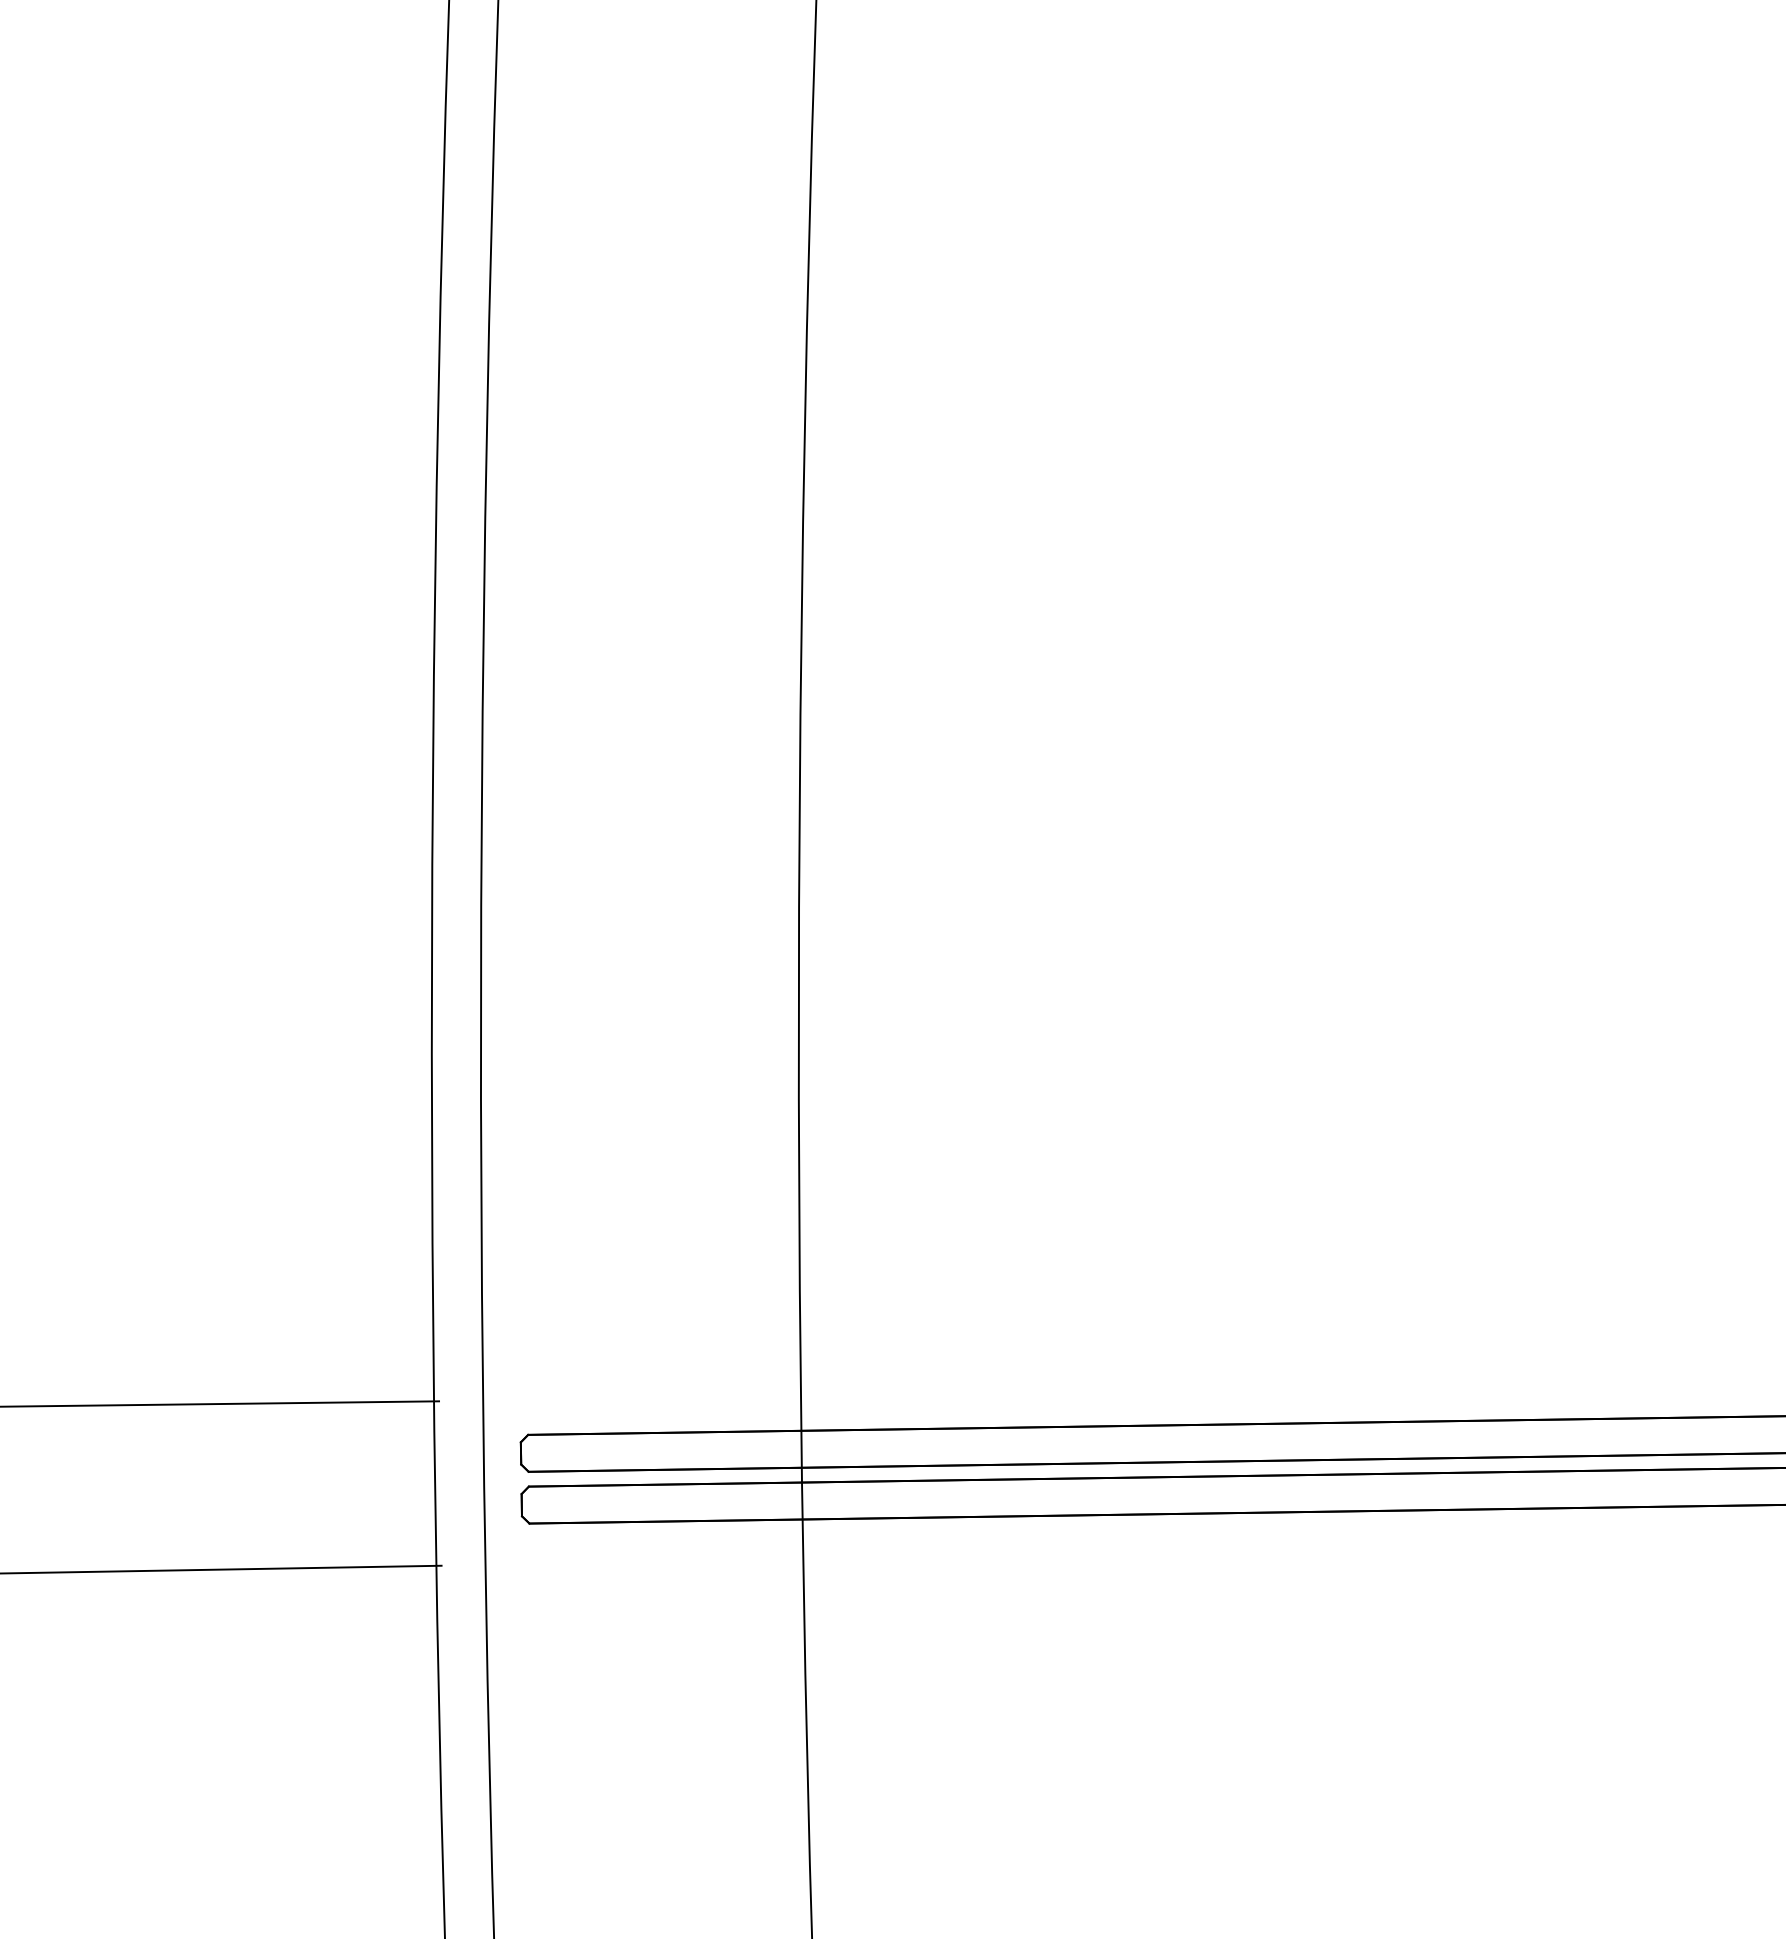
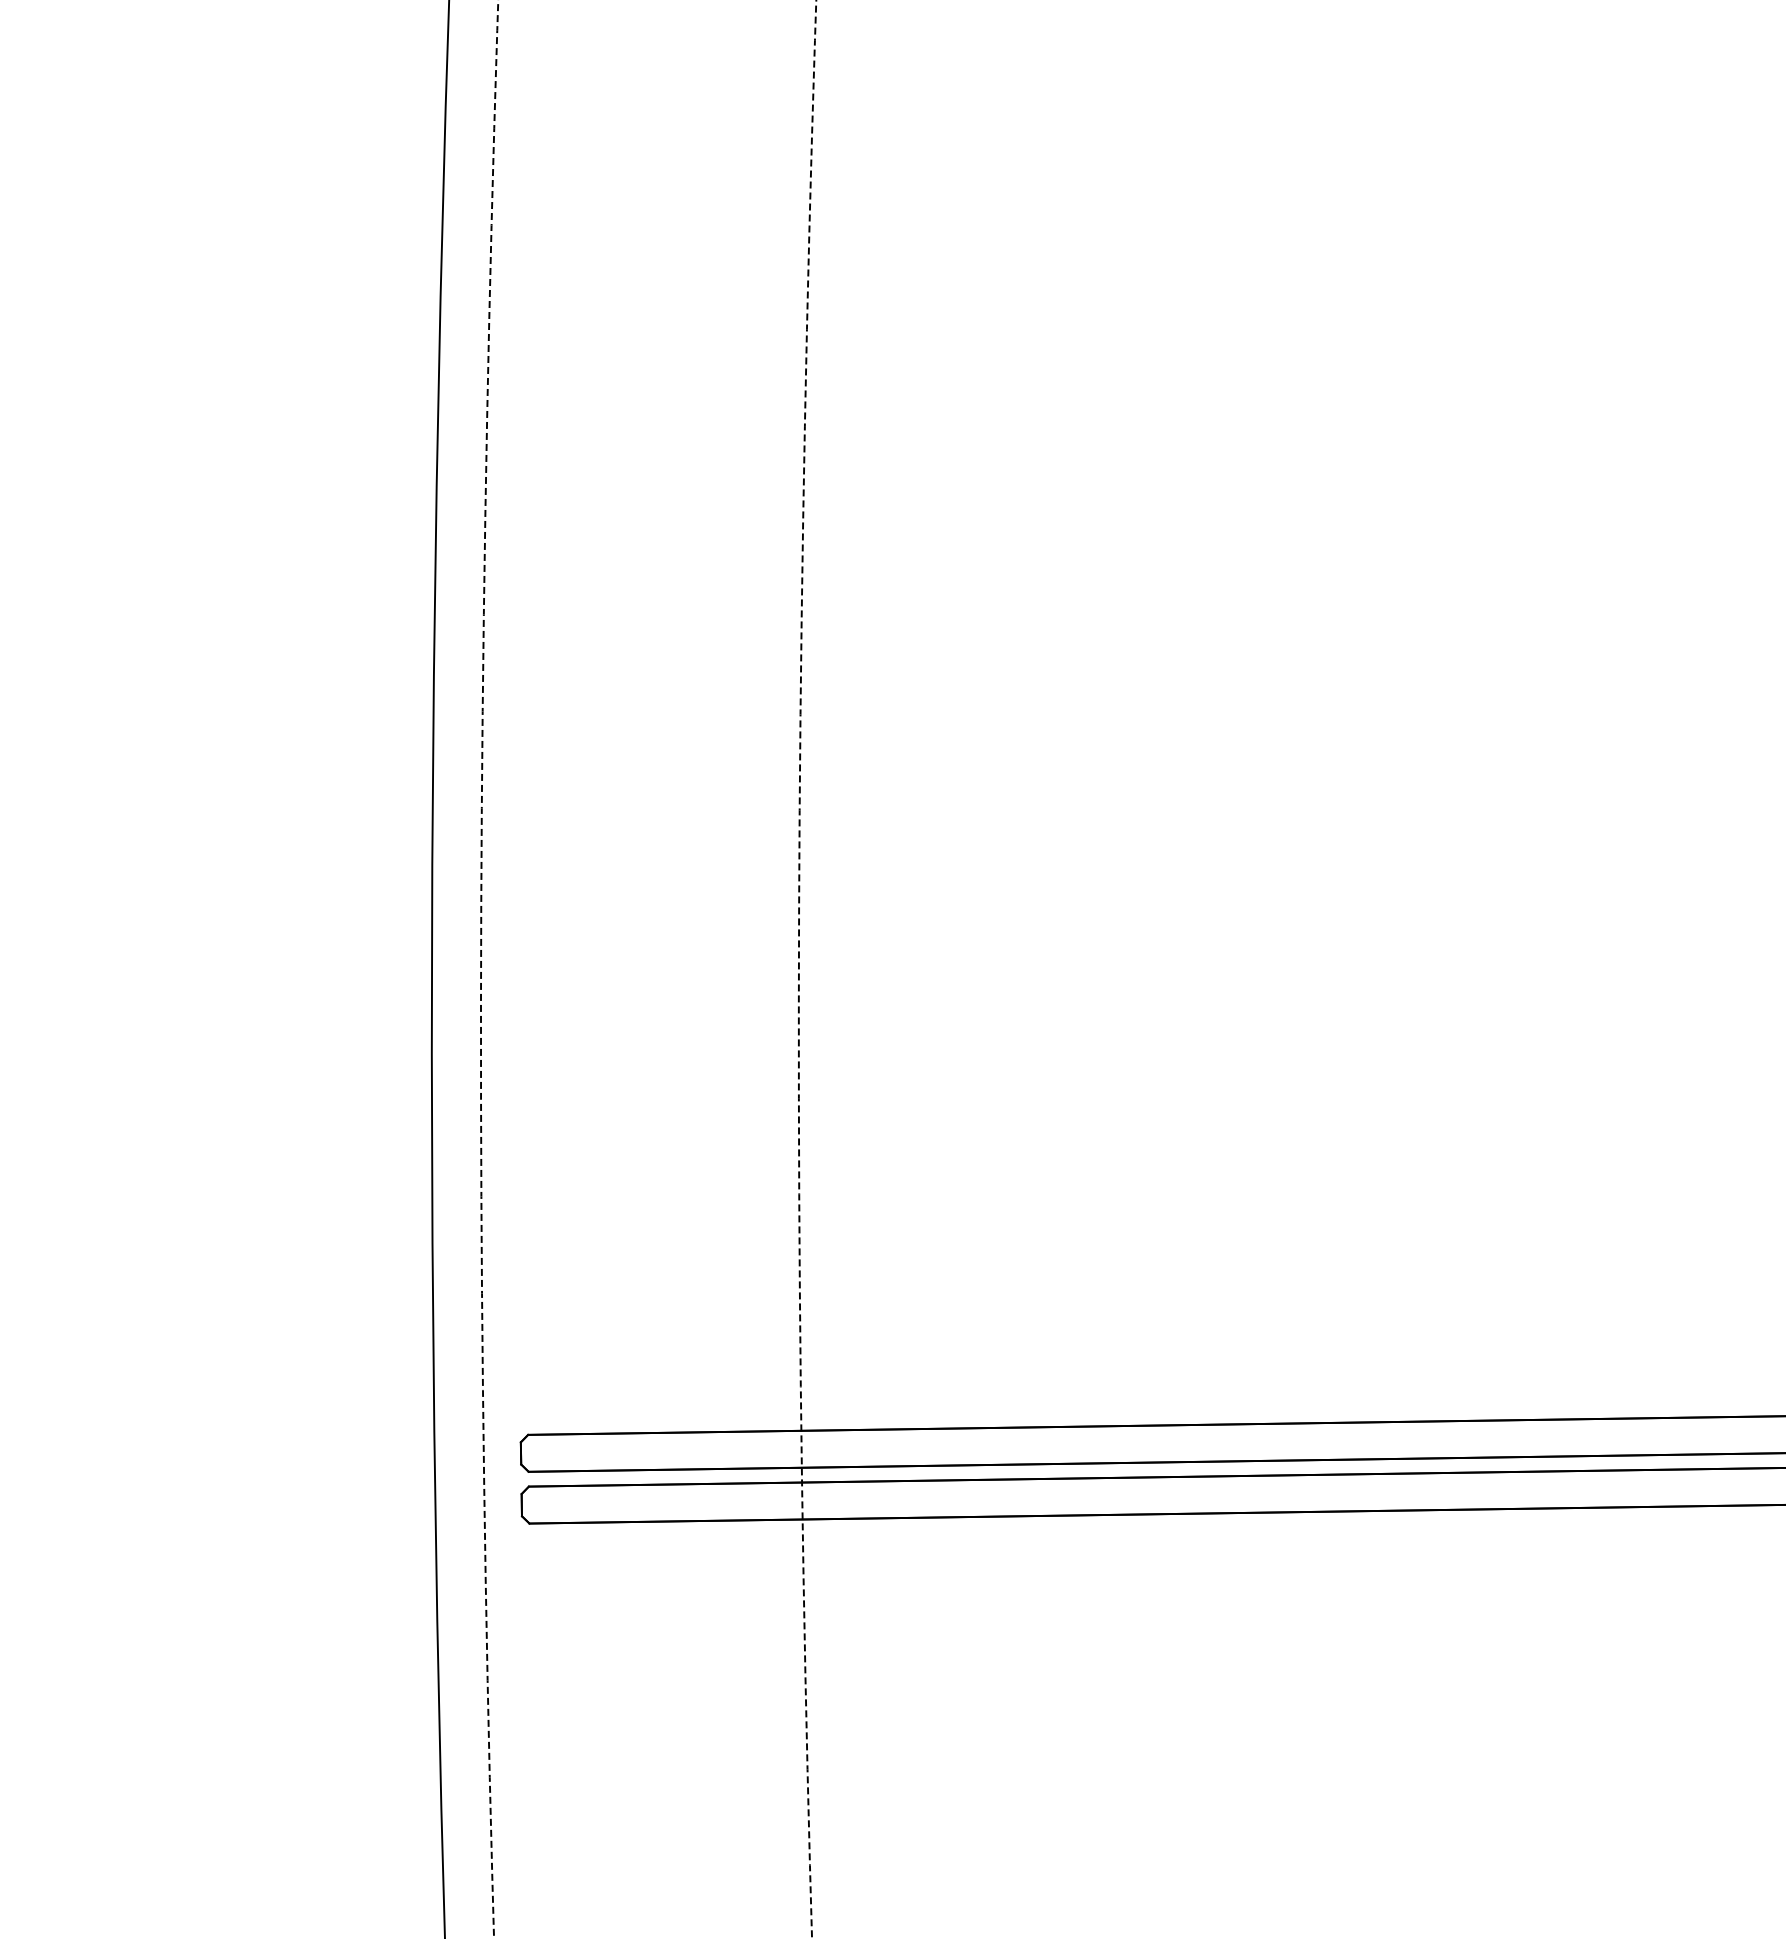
arc at (481, 969): solid -> dashed
arc at (798, 969): solid -> dashed
line at (220, 1403): present -> none
line at (221, 1569): present -> none
